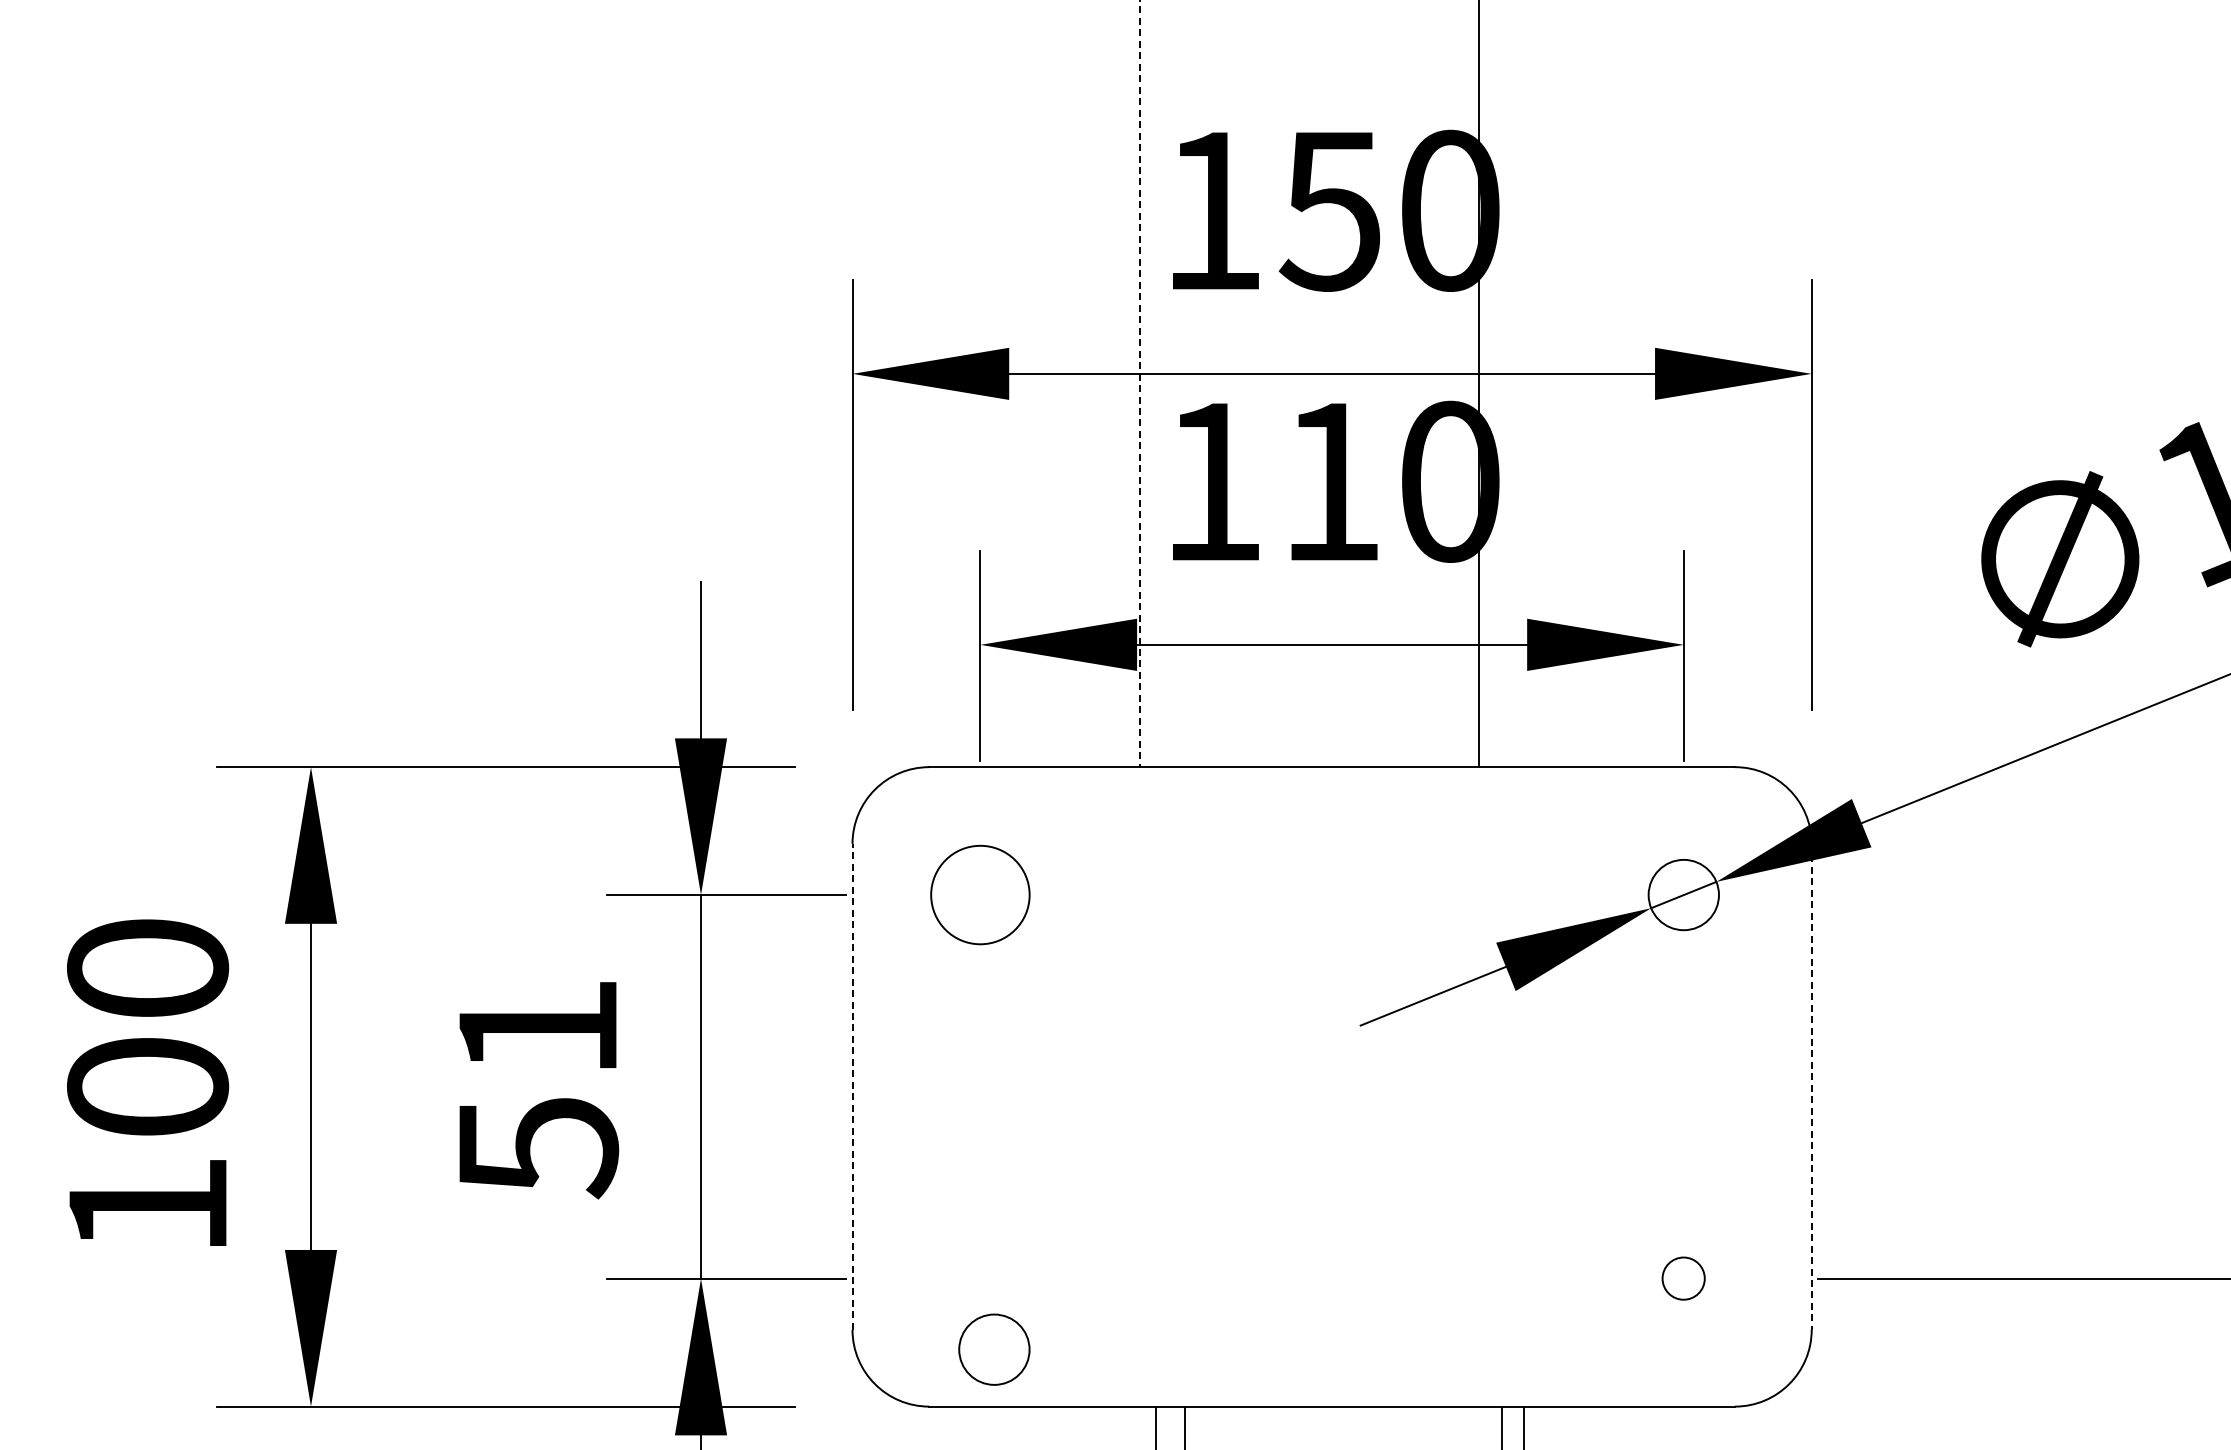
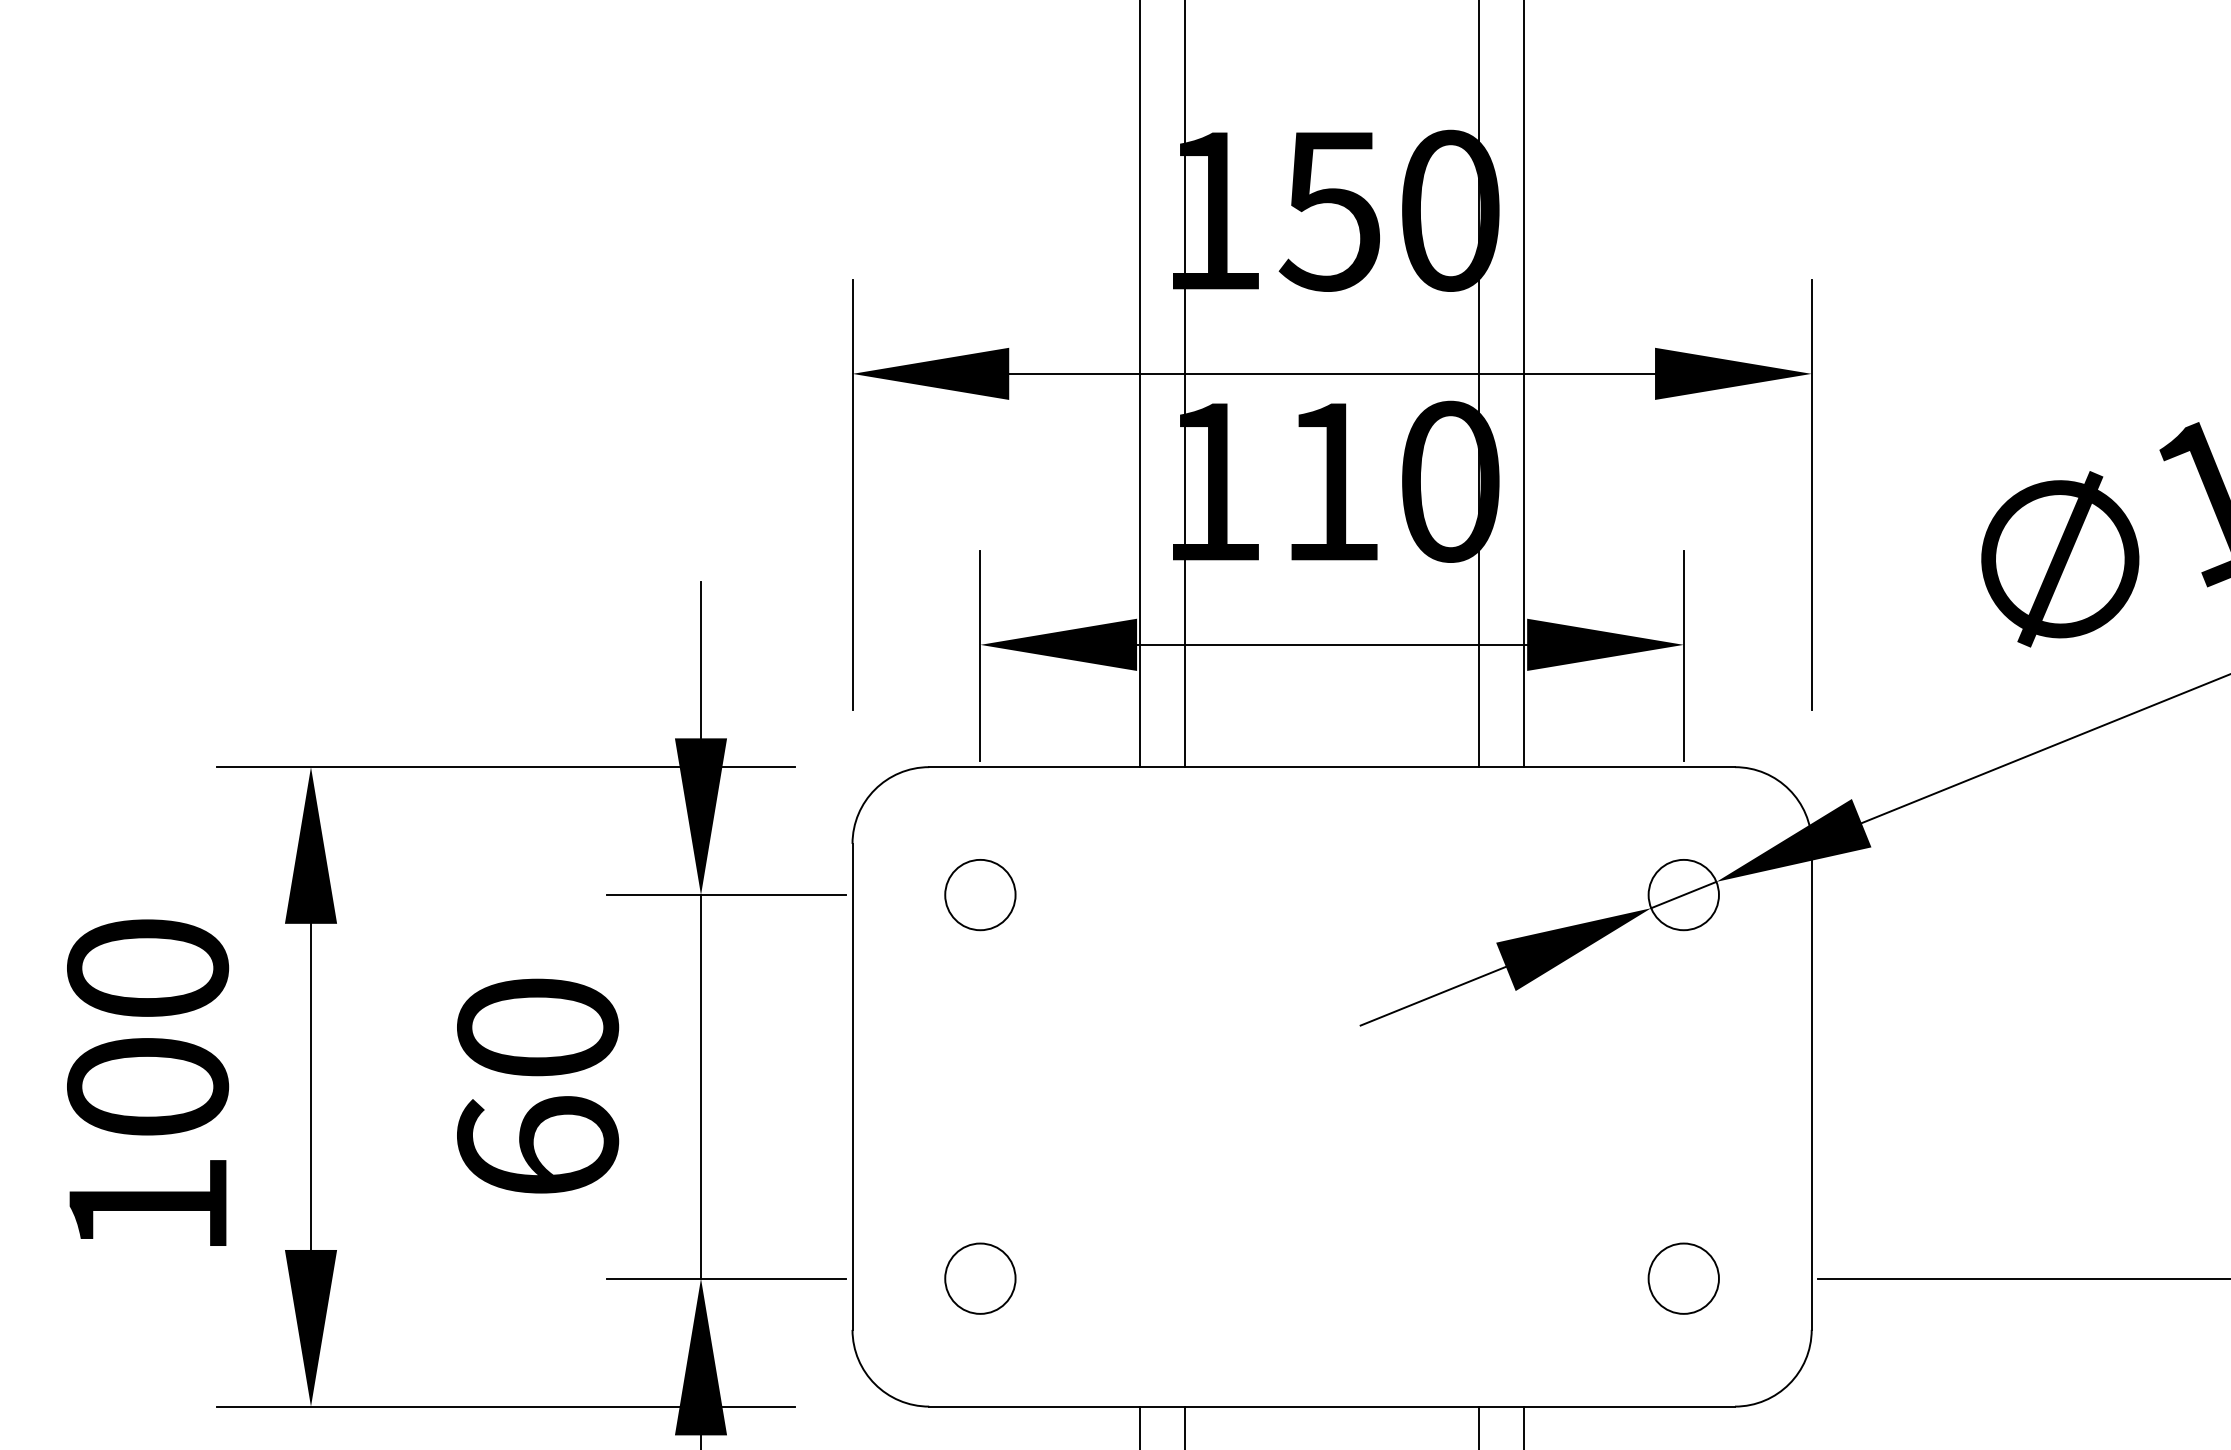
line at (1140, 384): dashed -> solid
line at (1185, 384): none -> present
line at (1523, 384): none -> present
circle at (980, 894) diameter: 98 px -> 70 px
line at (852, 1086): dashed -> solid
line at (1811, 1086): dashed -> solid
text at (538, 1088): 51 -> 60
circle at (1683, 1278) size: 45x45 px -> 73x73 px
circle at (994, 1349) position: (994, 1349) -> (980, 1278)
line at (1156, 1426) position: (1156, 1426) -> (1140, 1426)
line at (1502, 1426) position: (1502, 1426) -> (1479, 1426)
